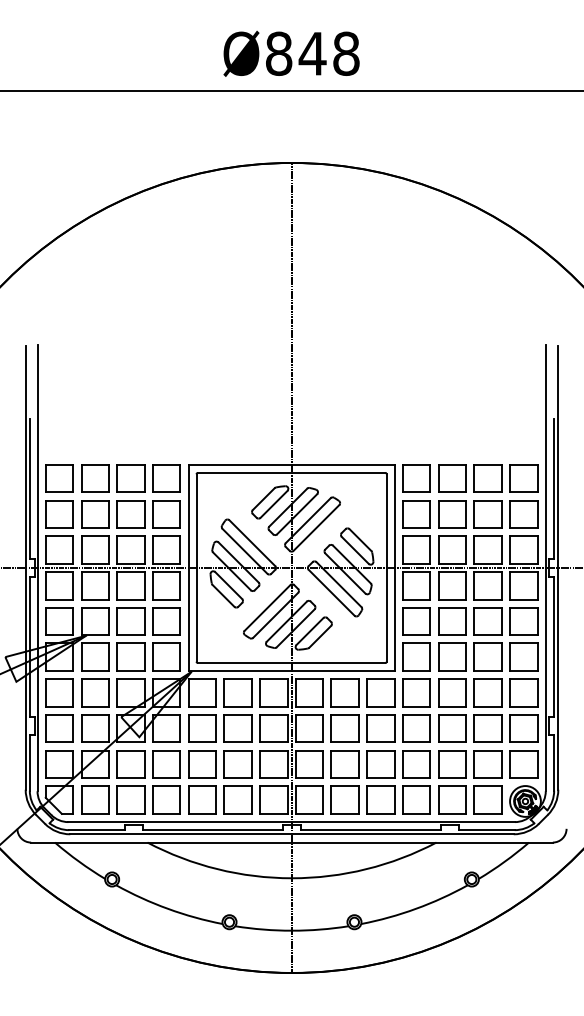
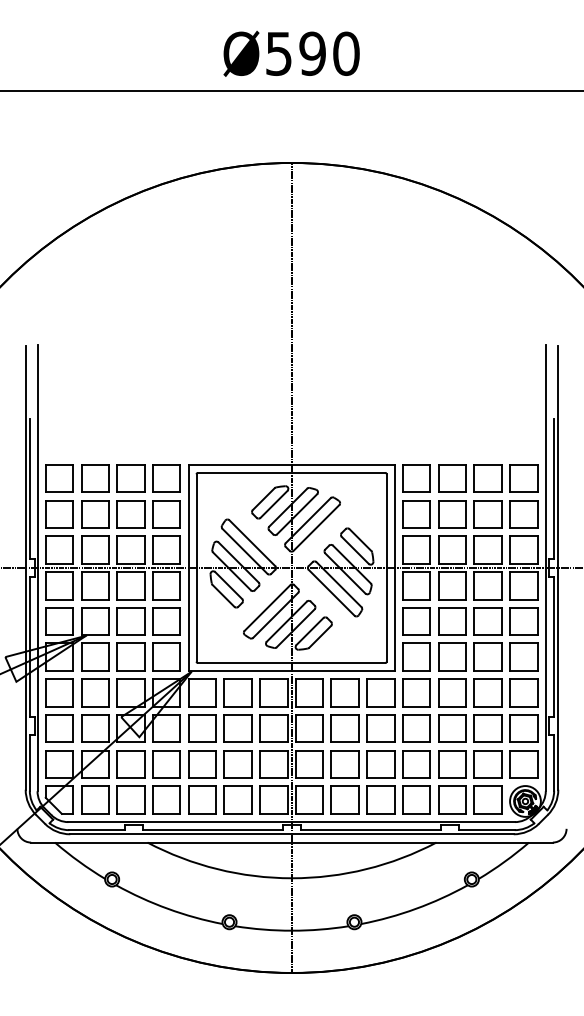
text at (312, 53): Ø848 -> Ø590
